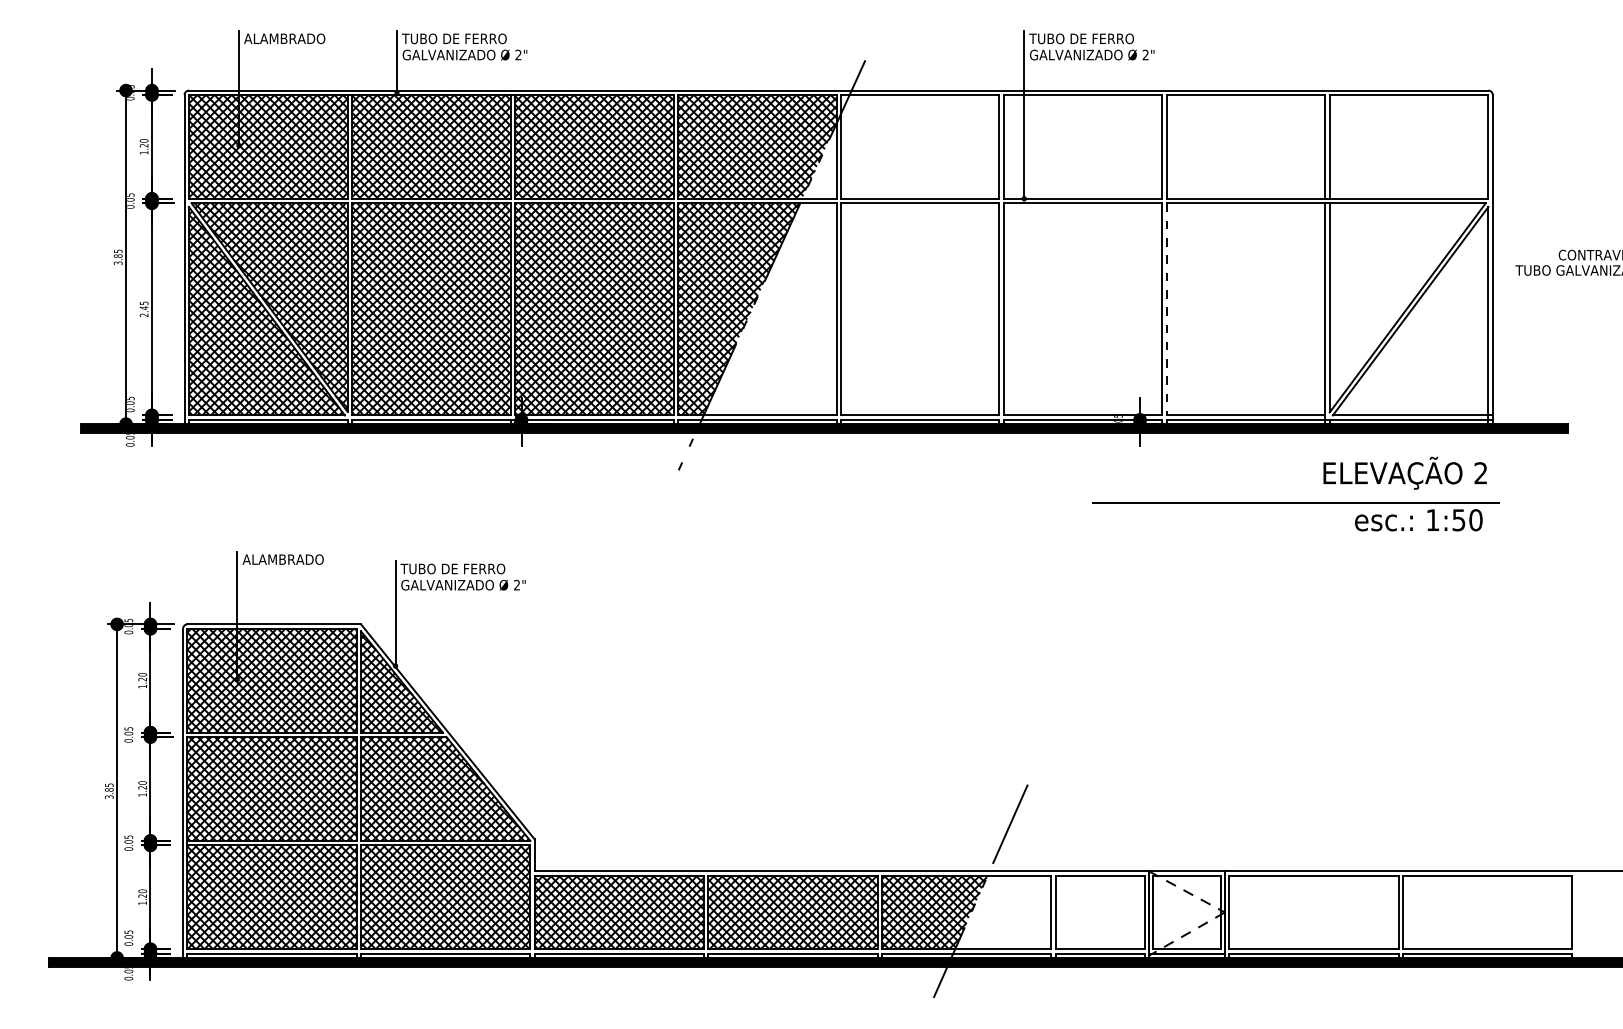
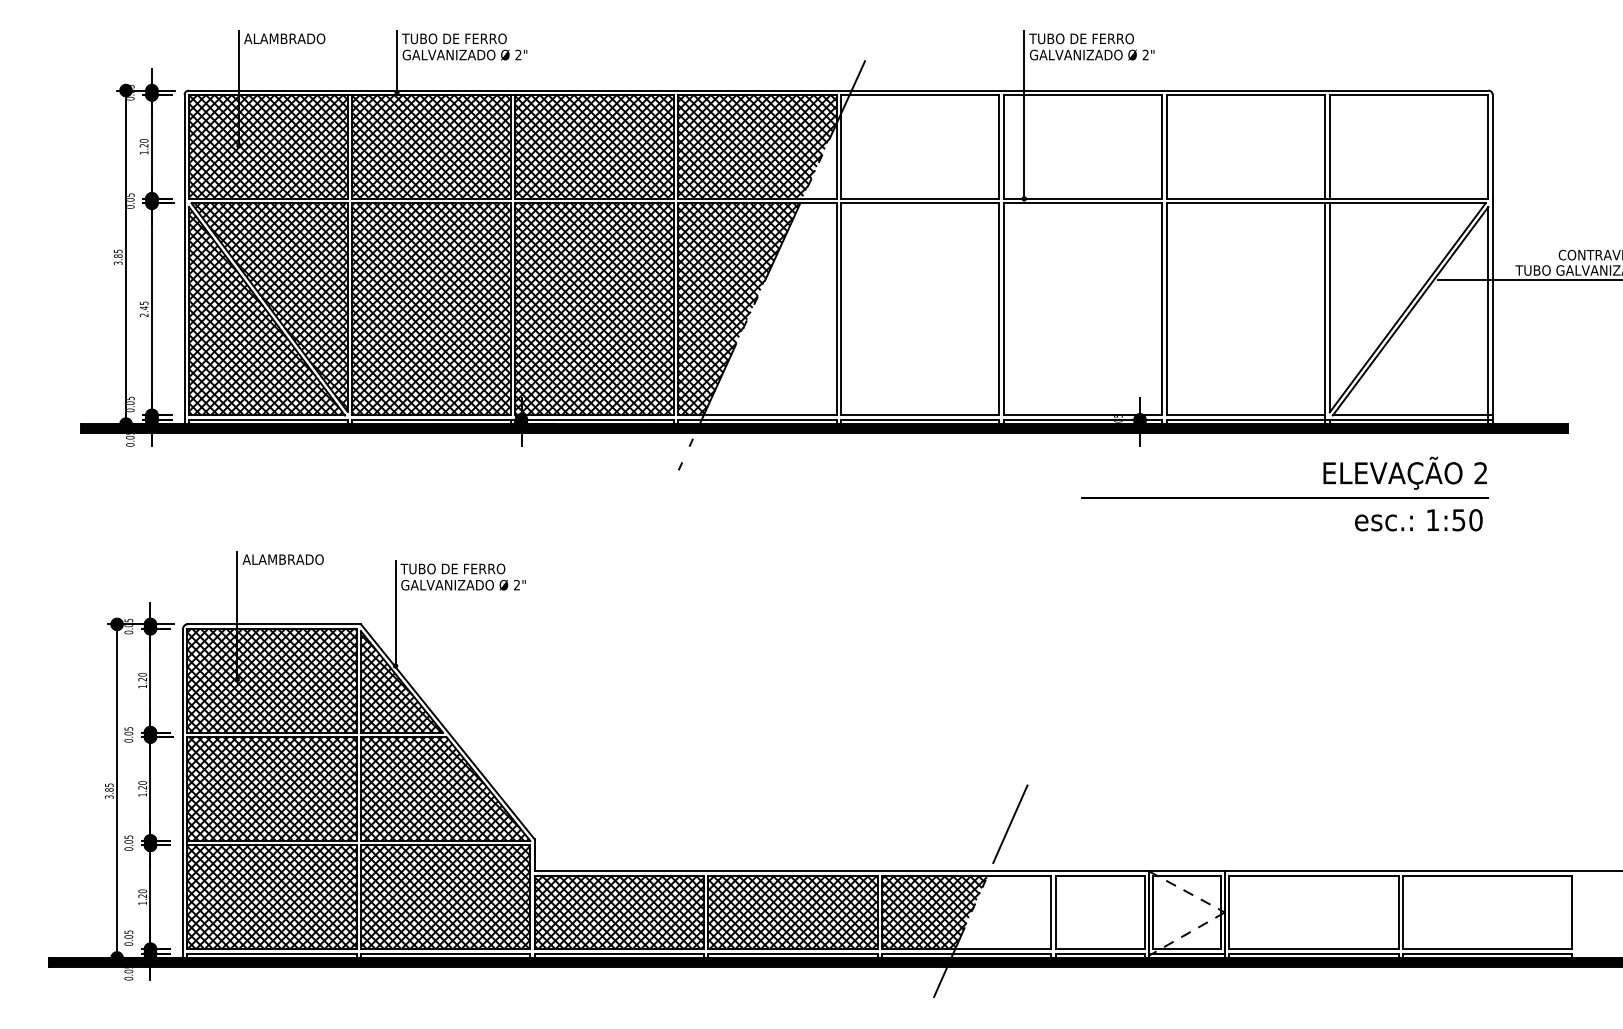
line at (1528, 279): none -> present
line at (1166, 309): dashed -> solid
line at (1295, 502) position: (1295, 502) -> (1284, 497)
